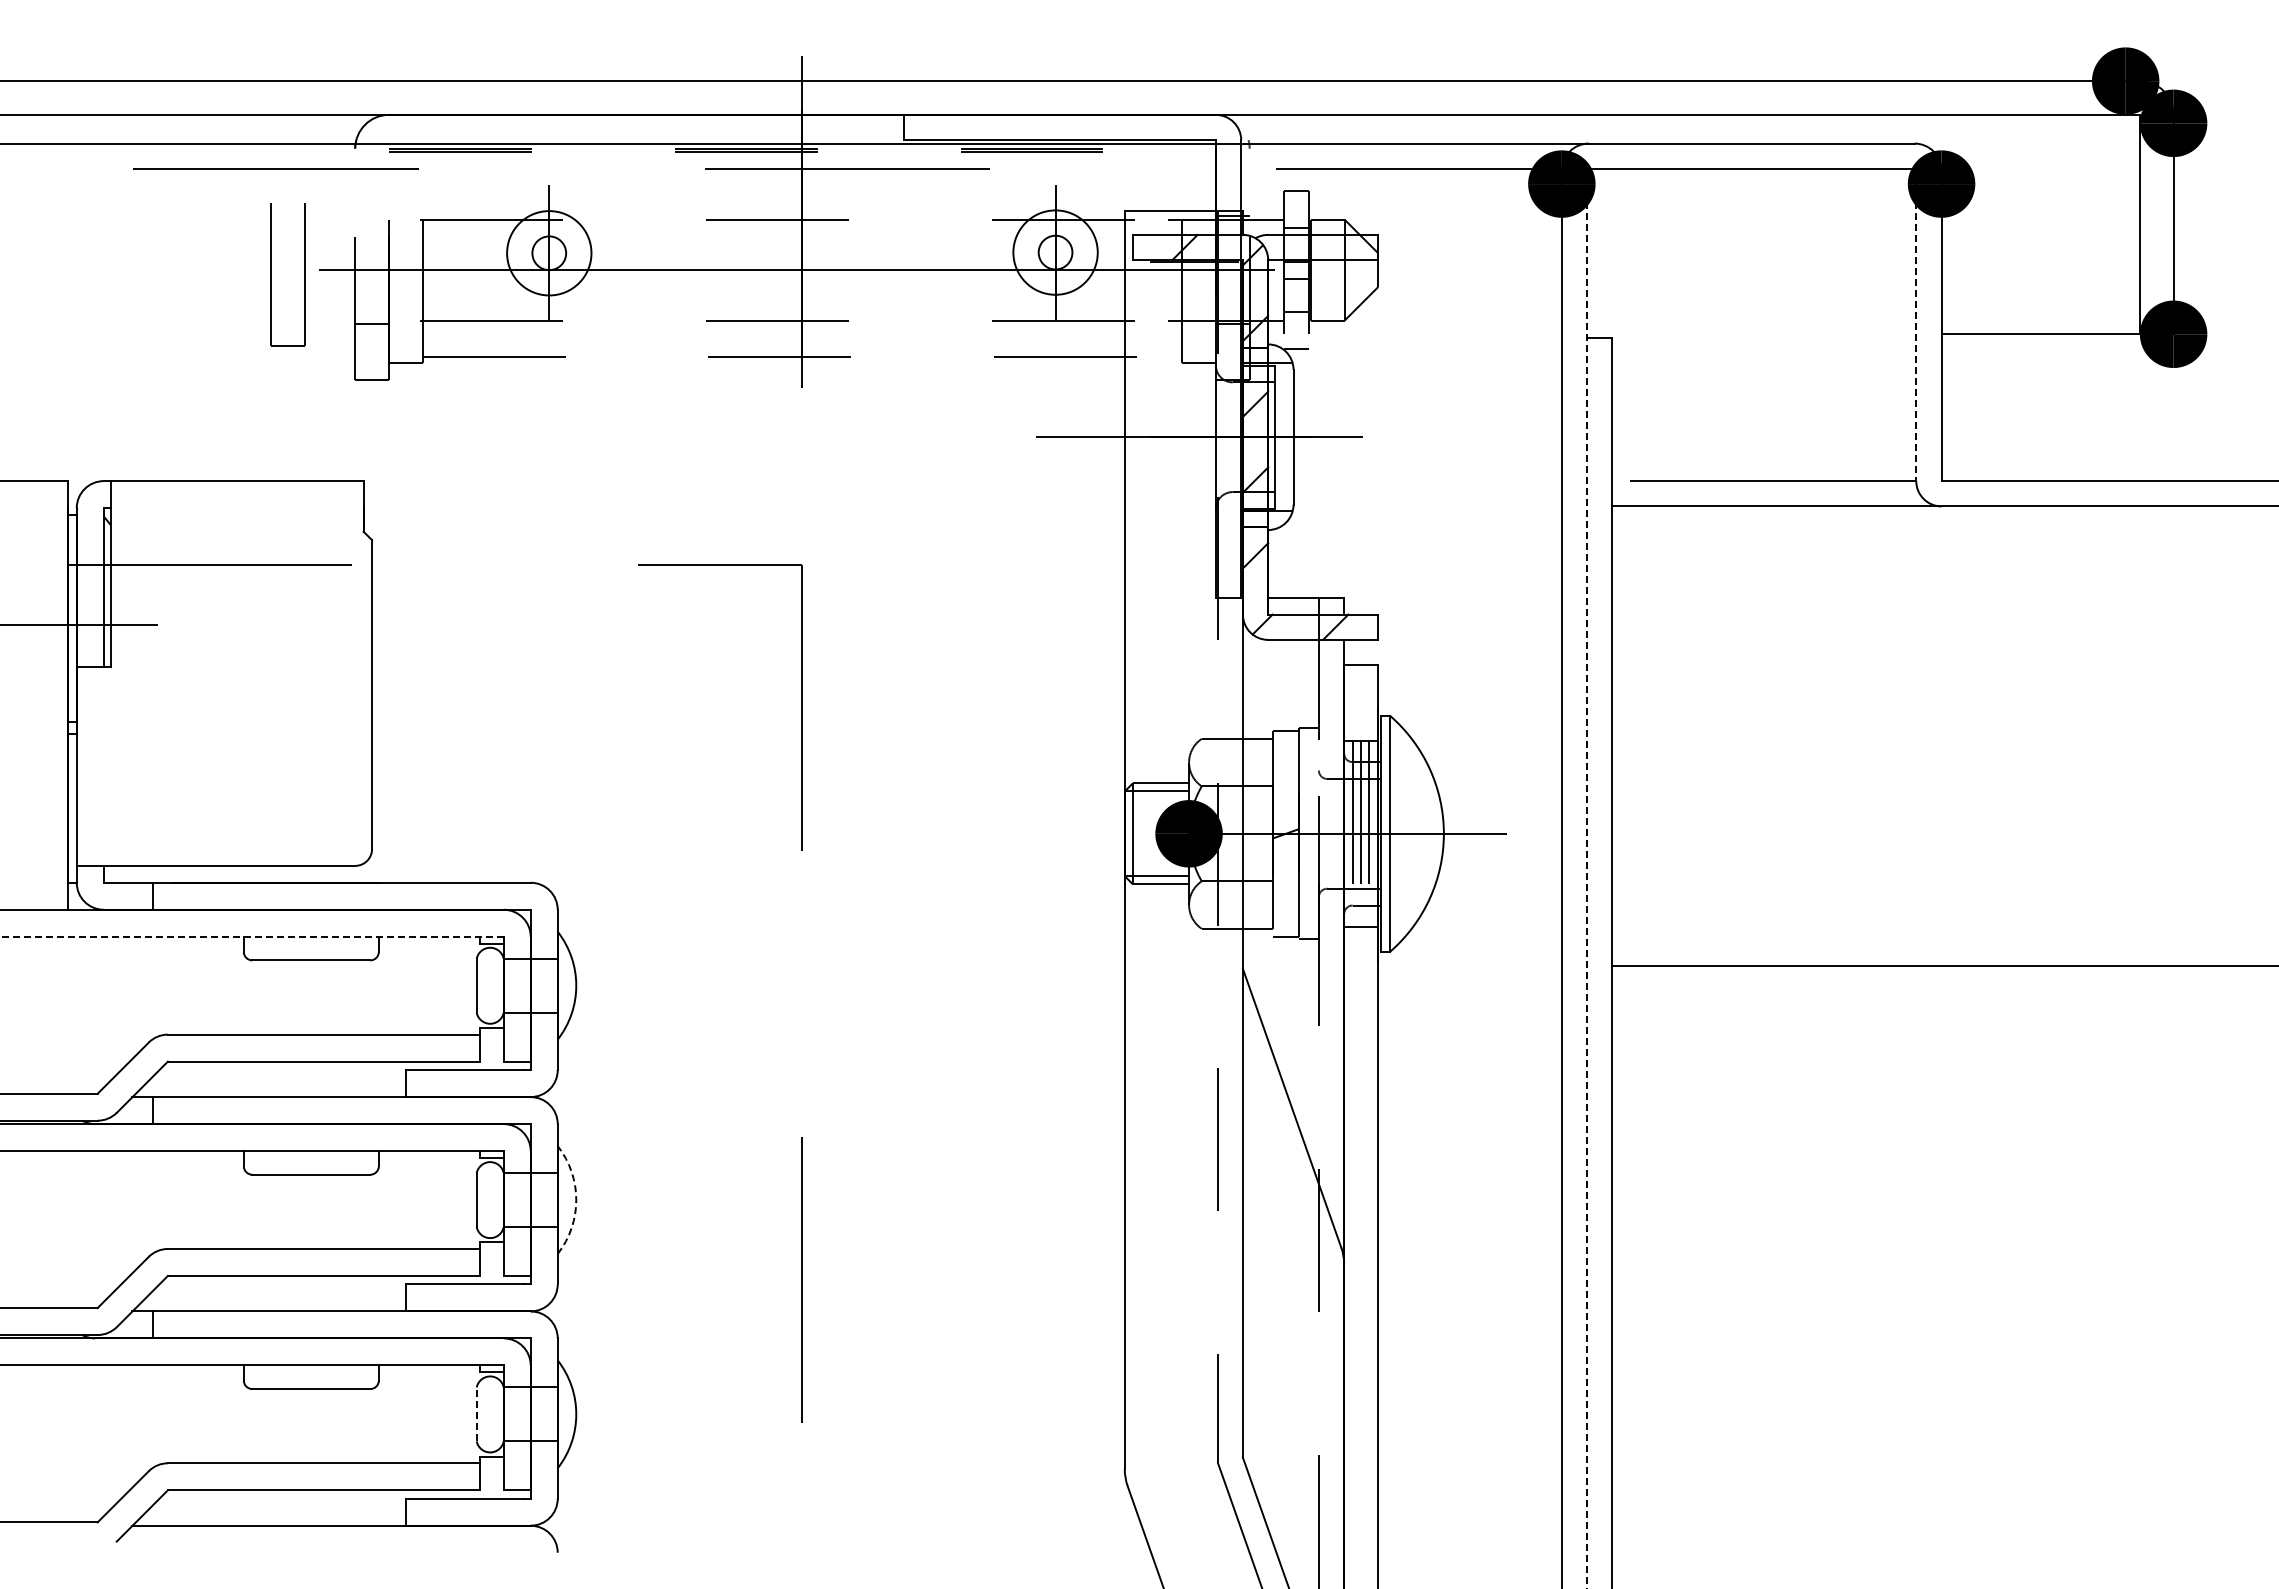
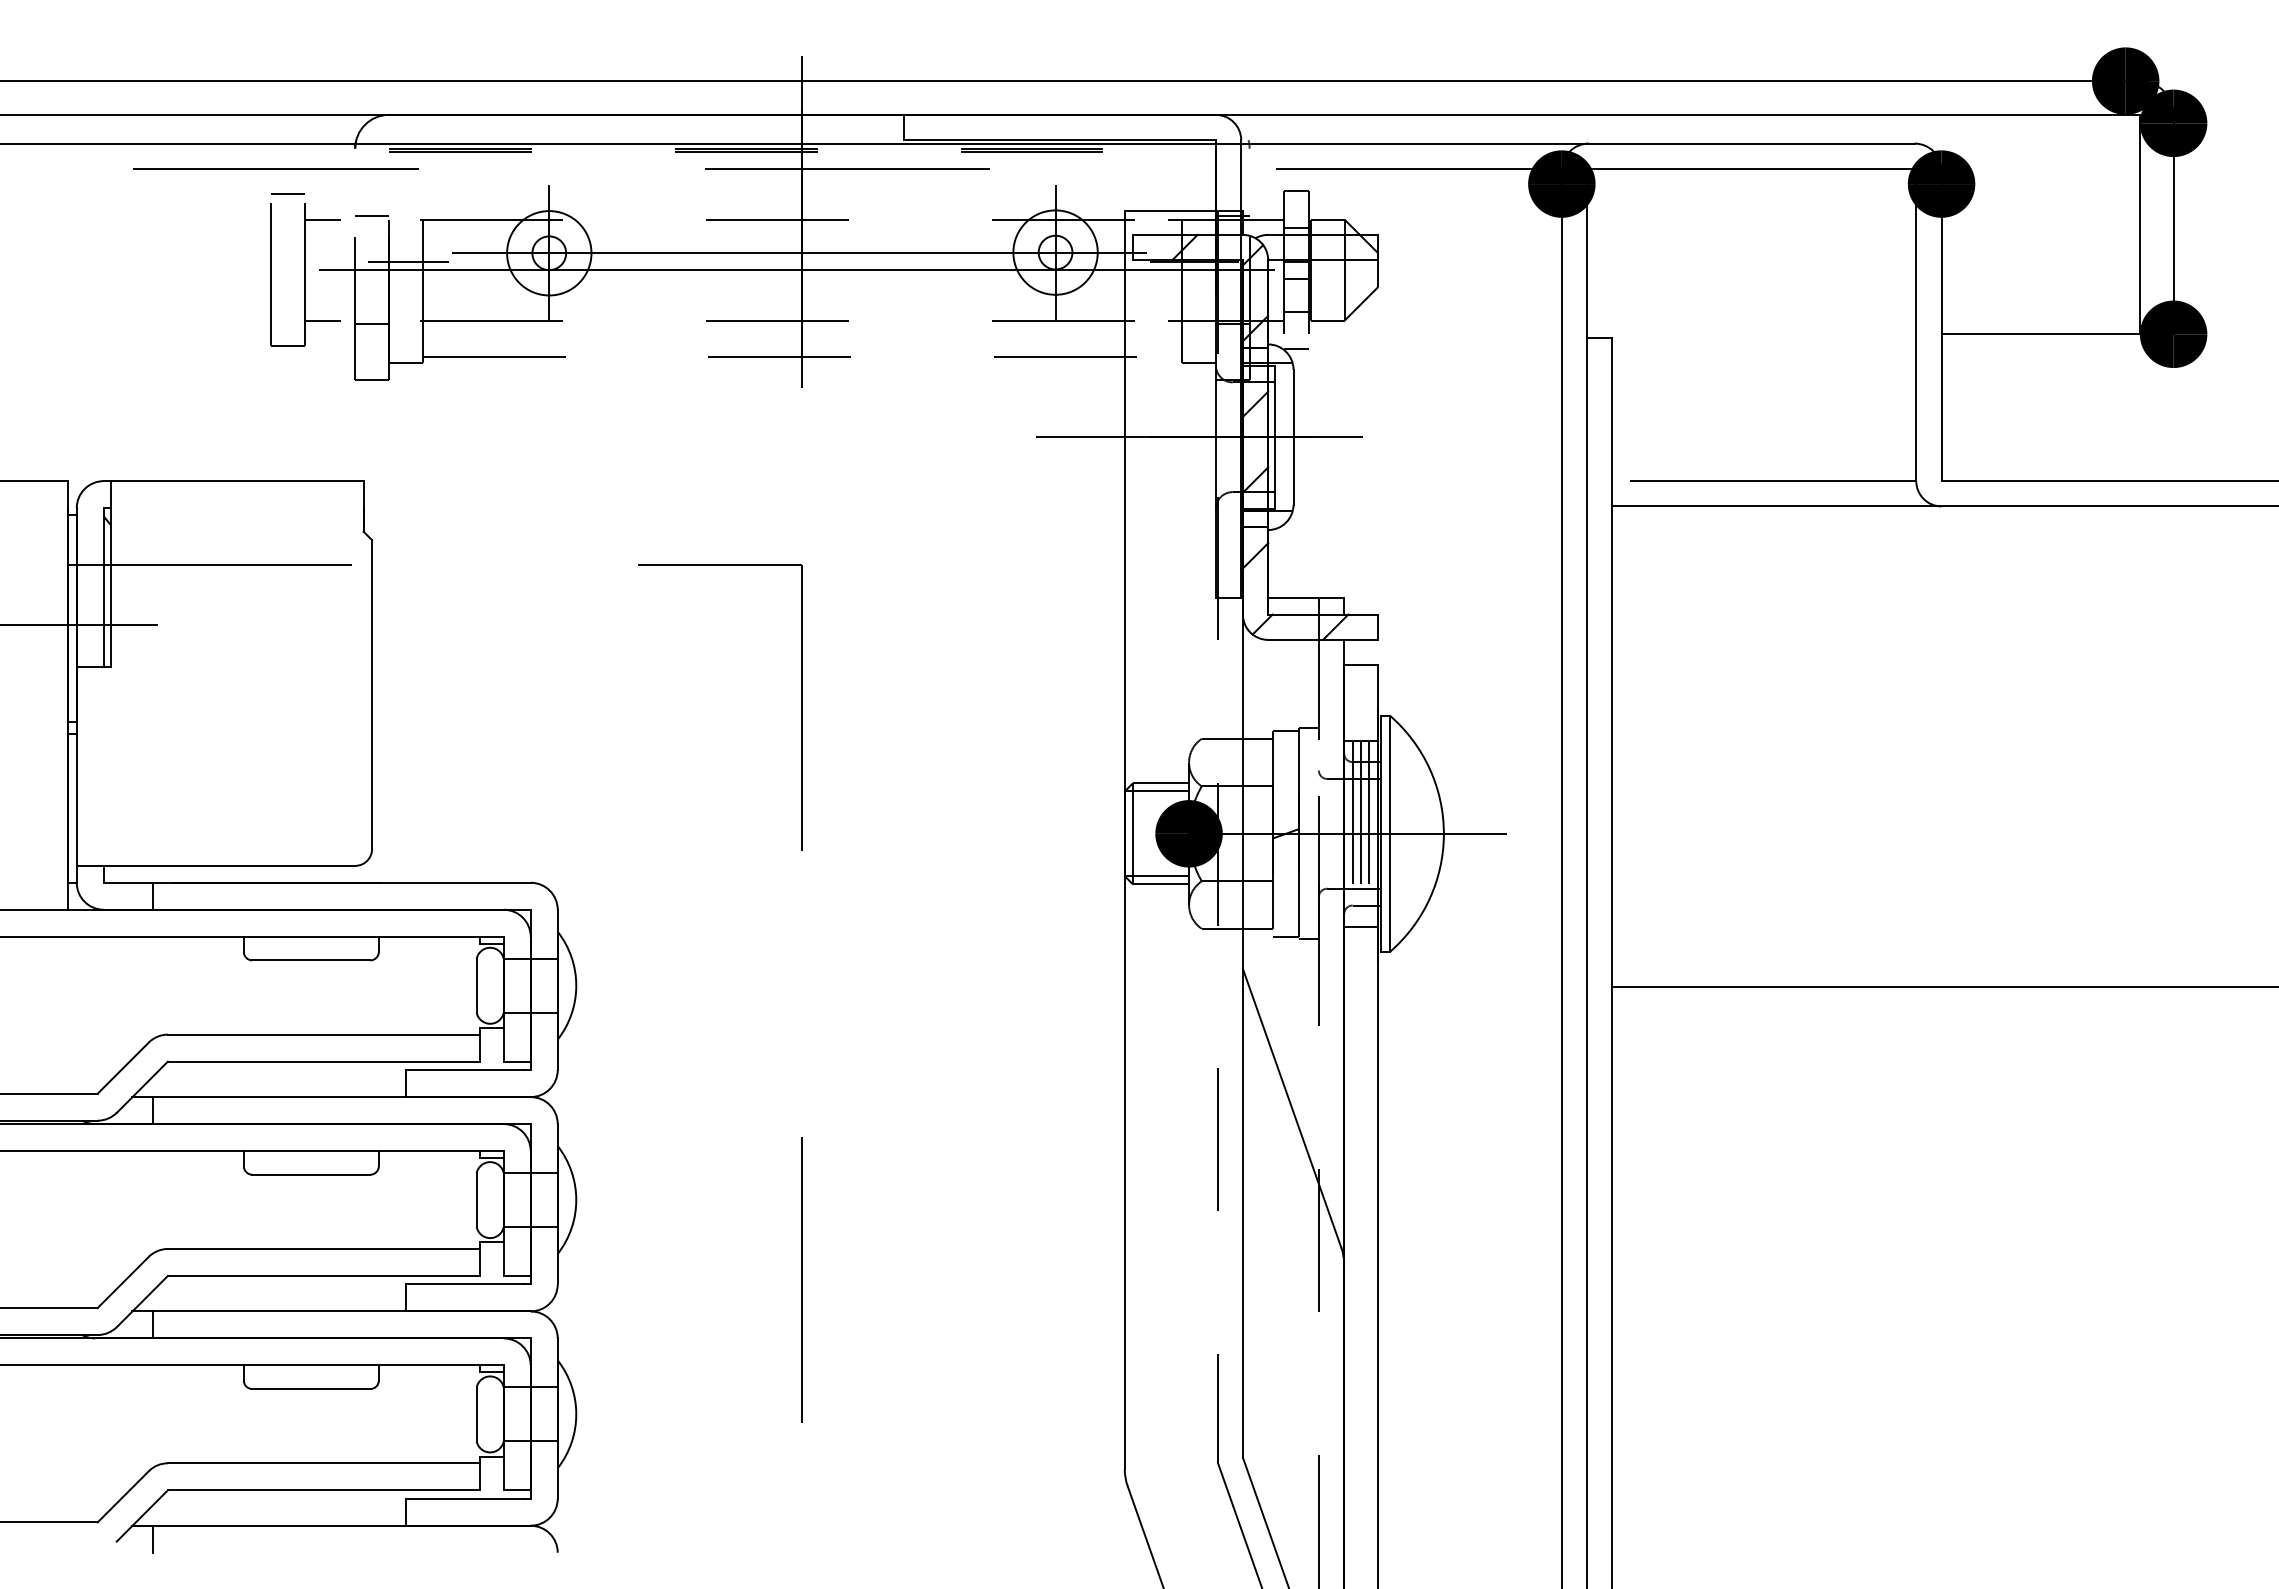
line at (287, 193): none -> present
line at (371, 216): none -> present
line at (322, 219): none -> present
line at (799, 253): none -> present
line at (408, 261): none -> present
line at (322, 320): none -> present
line at (1916, 325): dashed -> solid
line at (1587, 878): dashed -> solid
line at (251, 936): dashed -> solid
line at (1943, 966) position: (1943, 966) -> (1943, 987)
arc at (576, 1200): dashed -> solid
line at (476, 1413): dashed -> solid
line at (152, 1538): none -> present
